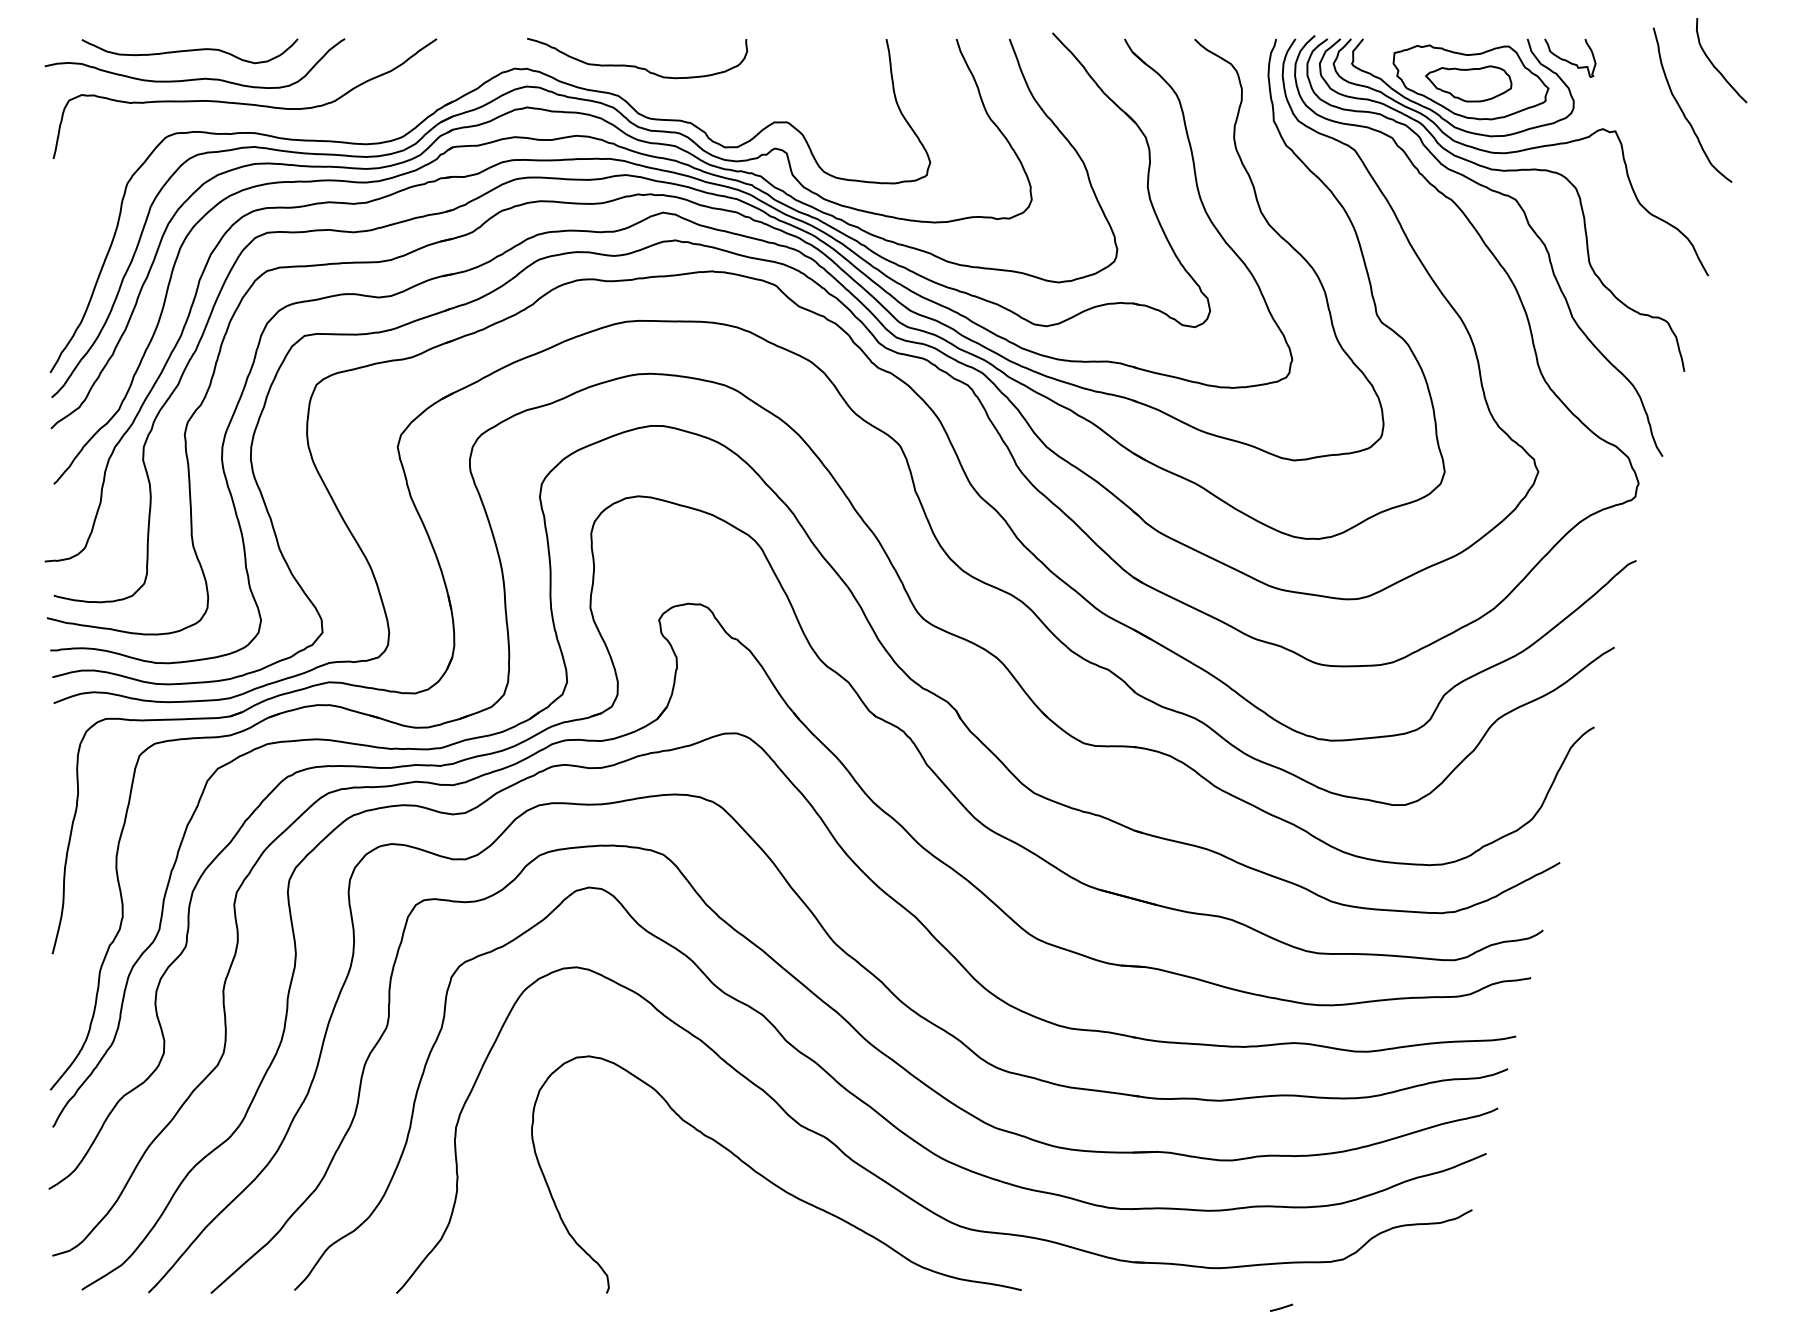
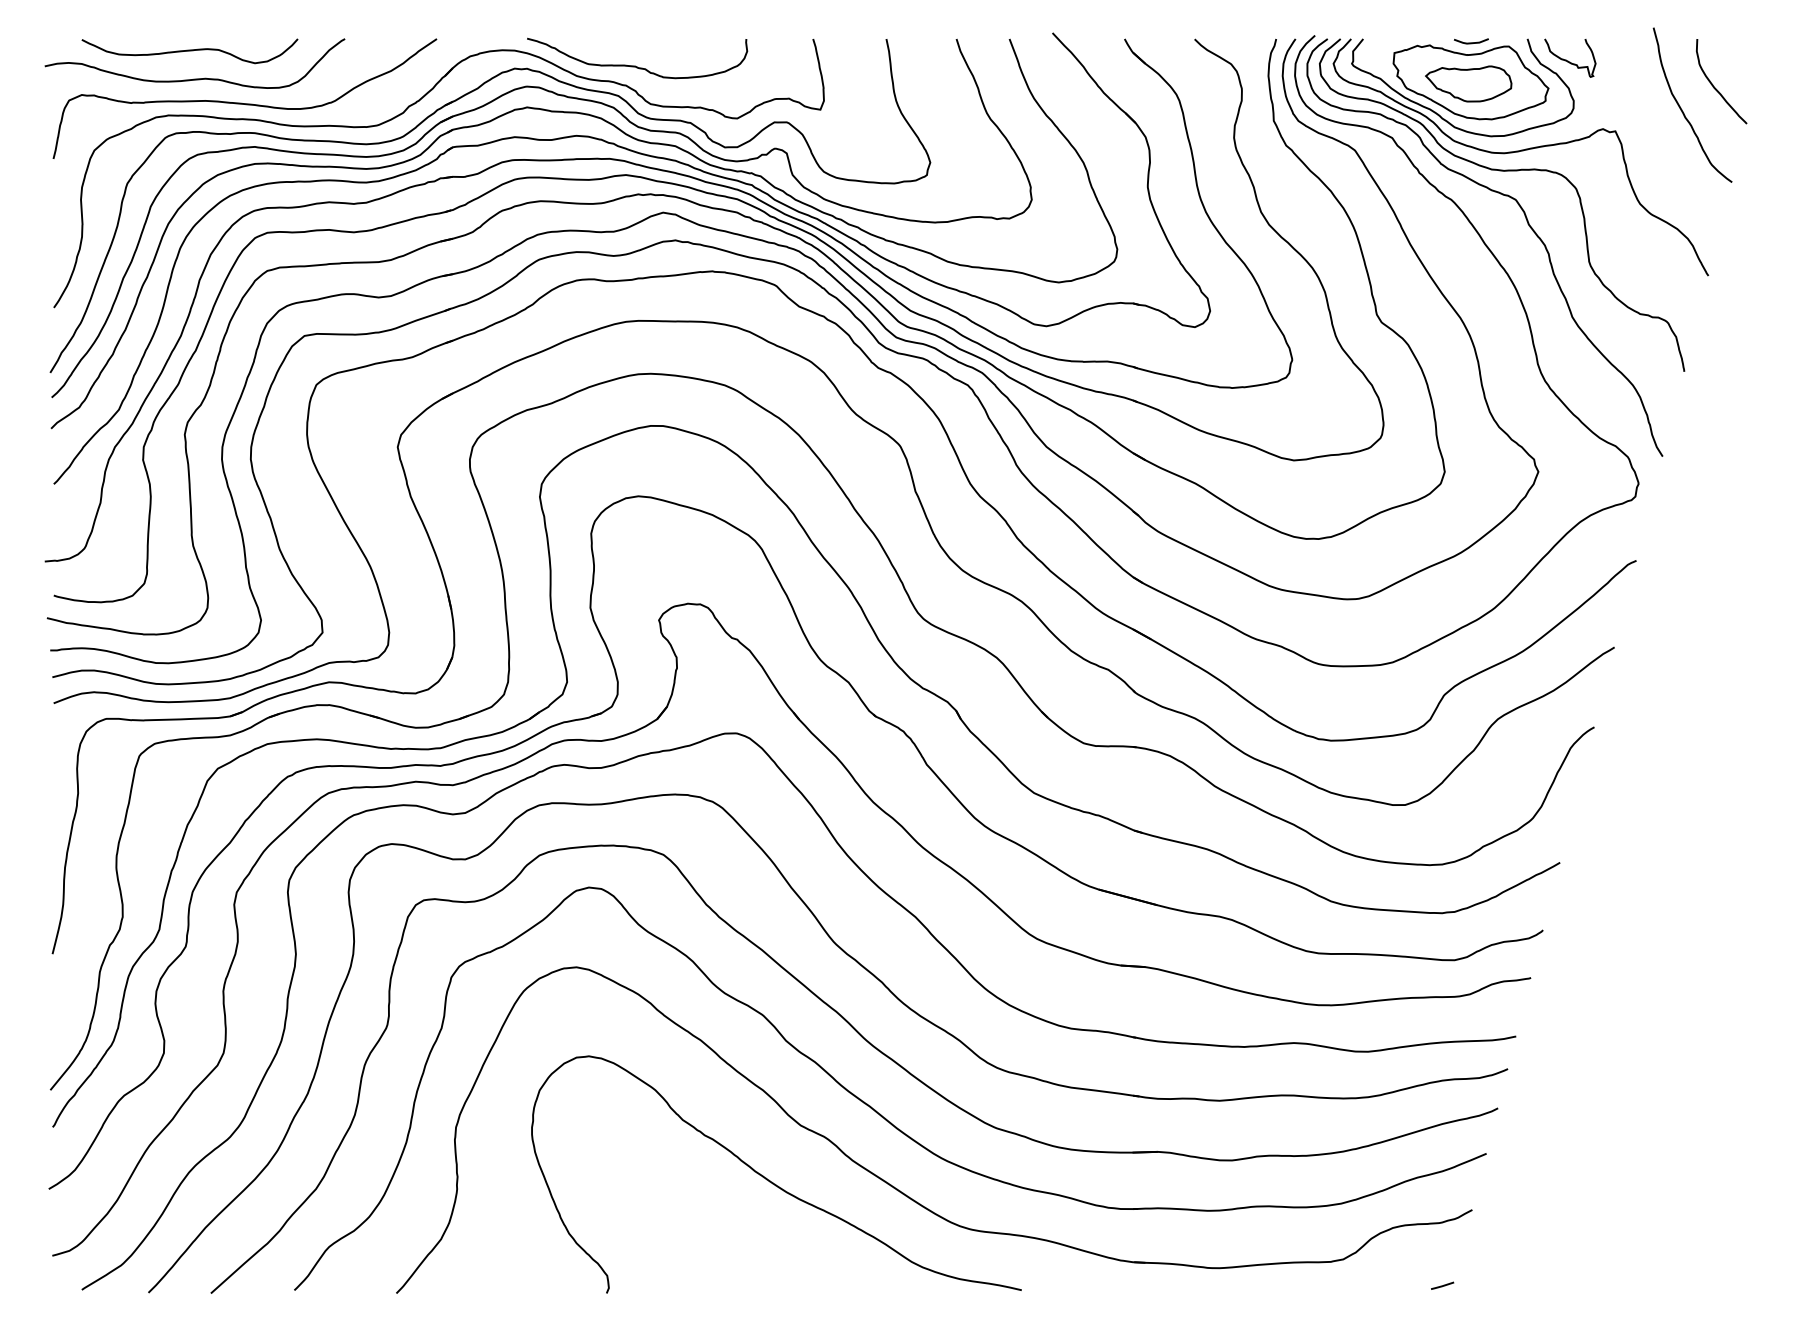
line at (1471, 42): none -> present
curve at (1715, 66) position: (1715, 66) -> (1715, 87)
part at (402, 114): none -> present
line at (1281, 1307) position: (1281, 1307) -> (1442, 1285)
